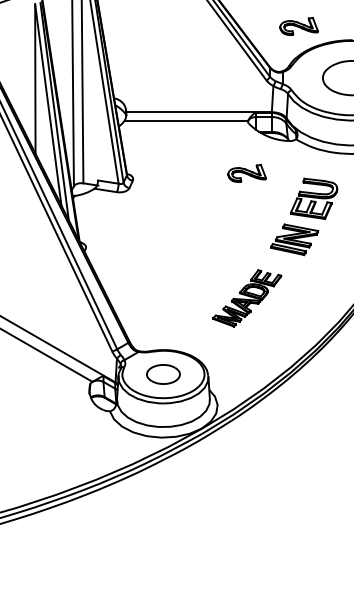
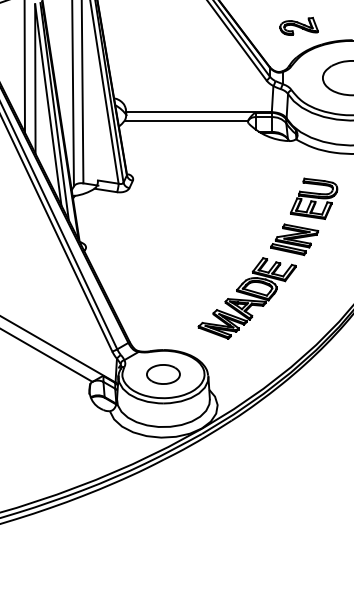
line at (24, 67): none -> present
part at (246, 172): present -> none
part at (247, 298) size: 71x59 px -> 100x83 px
